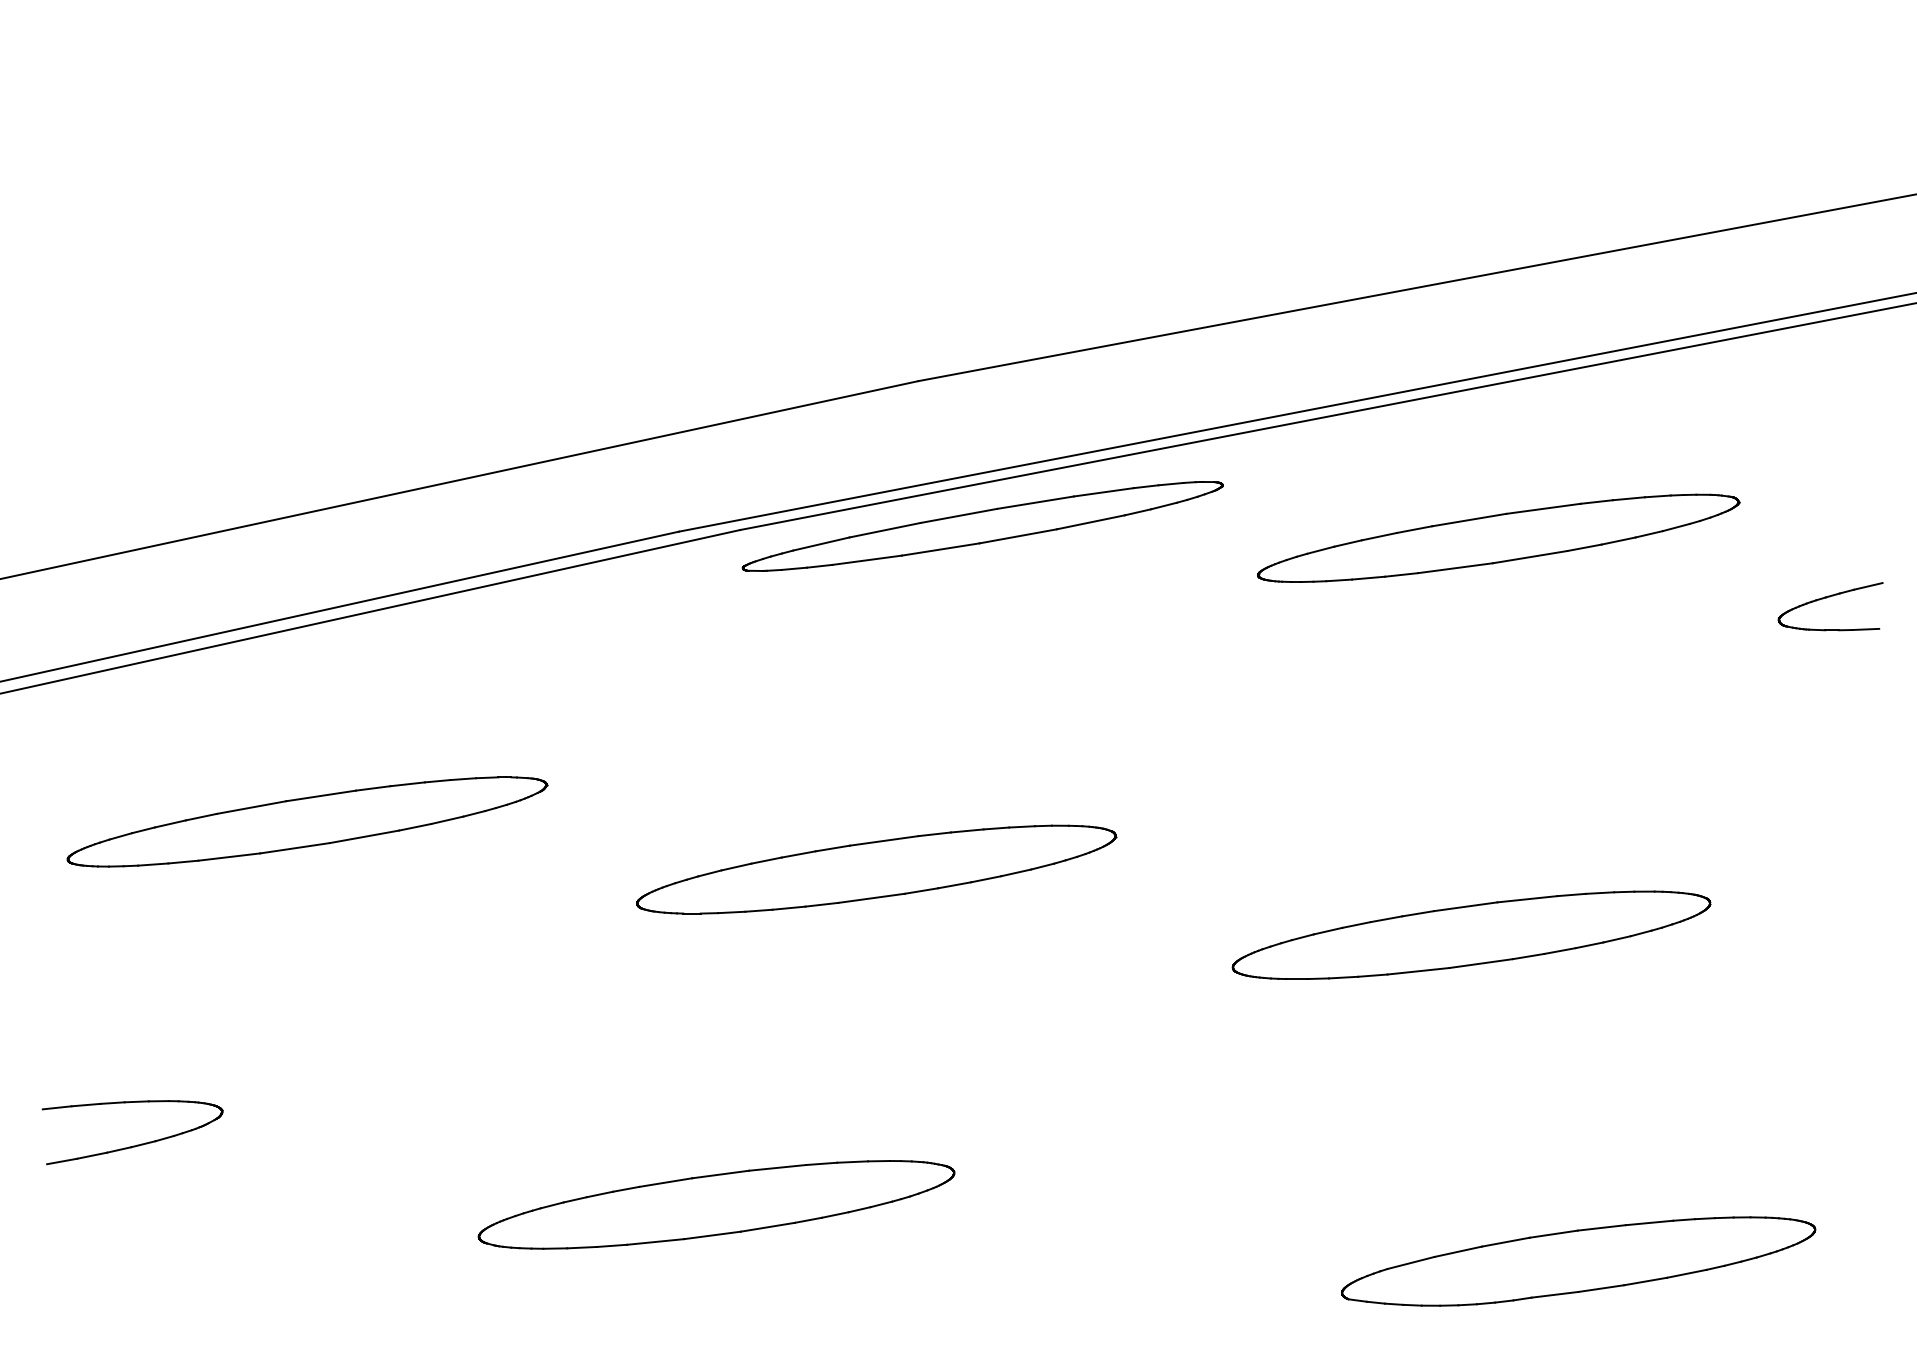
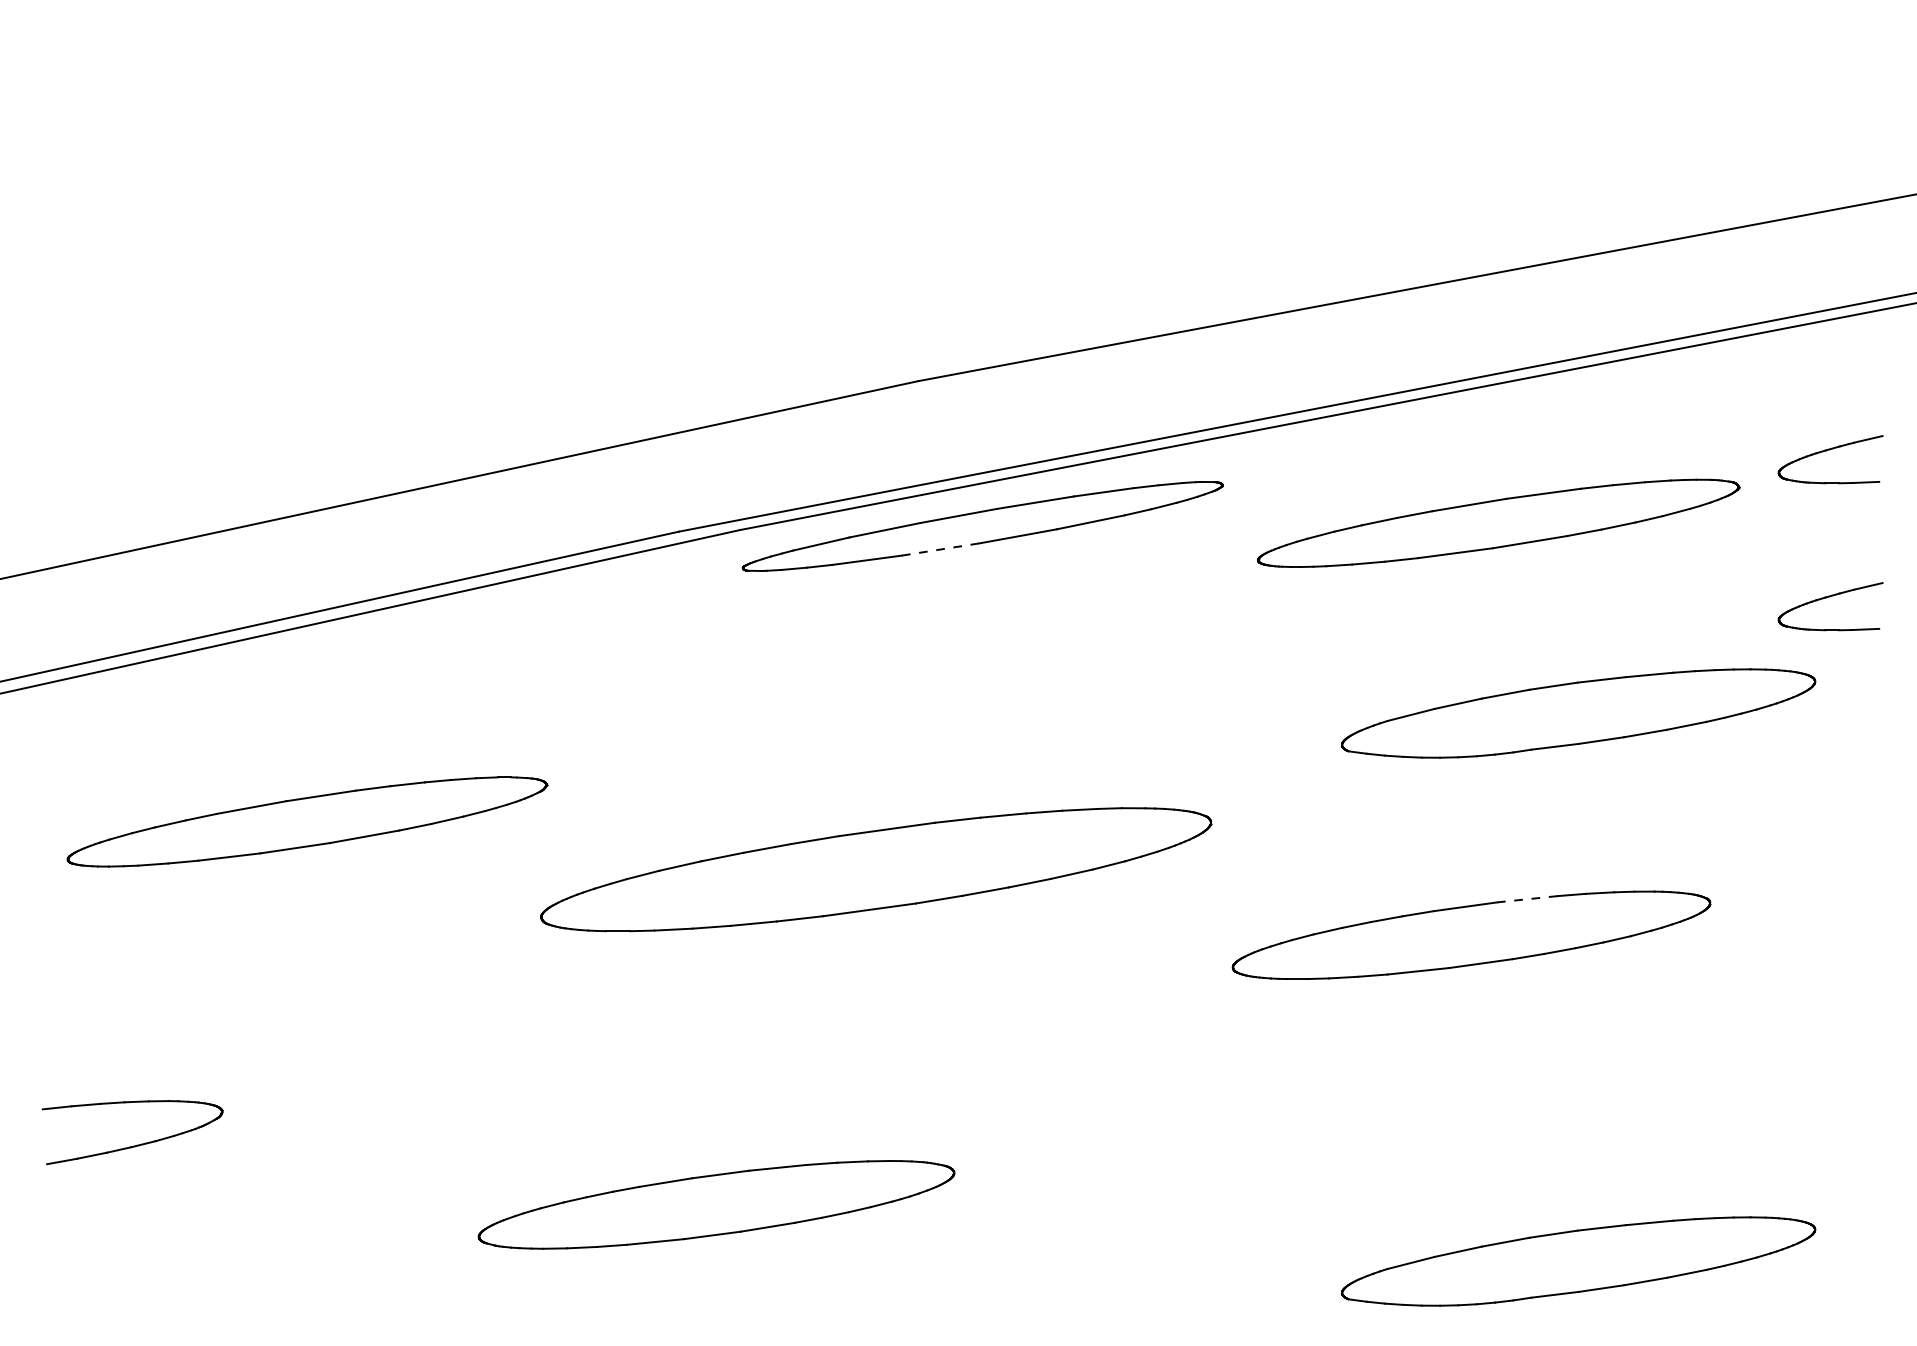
part at (1826, 451): none -> present
part at (1498, 537) position: (1498, 537) -> (1498, 522)
line at (941, 549): solid -> dashed
part at (1578, 713): none -> present
part at (876, 869) size: 482x91 px -> 673x126 px
line at (1526, 899): solid -> dashed
